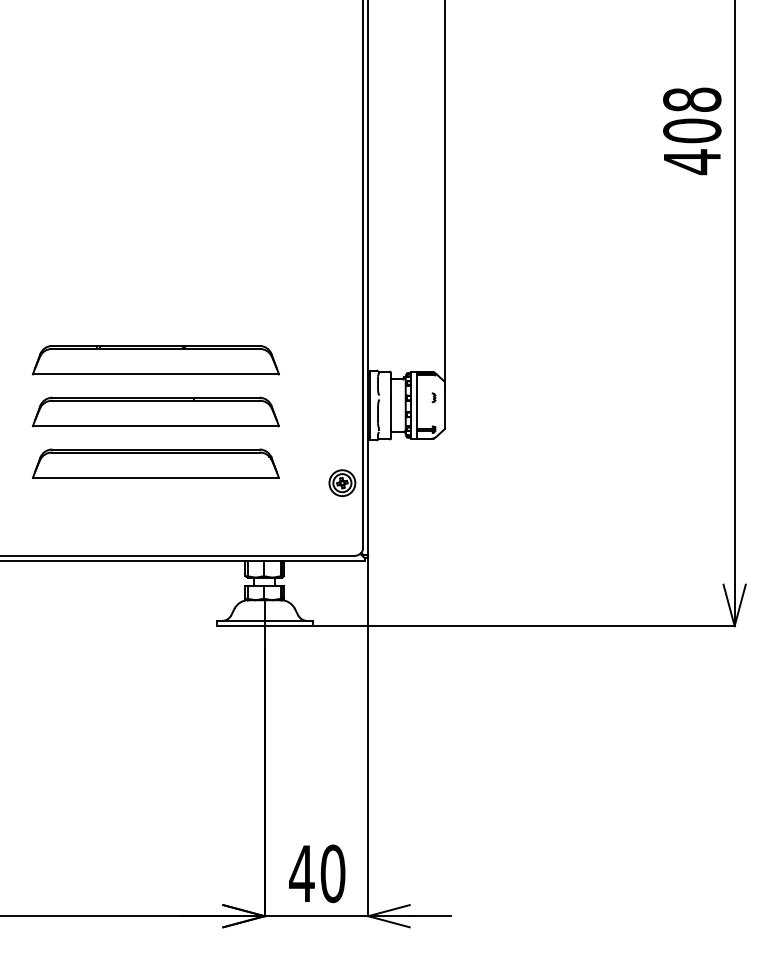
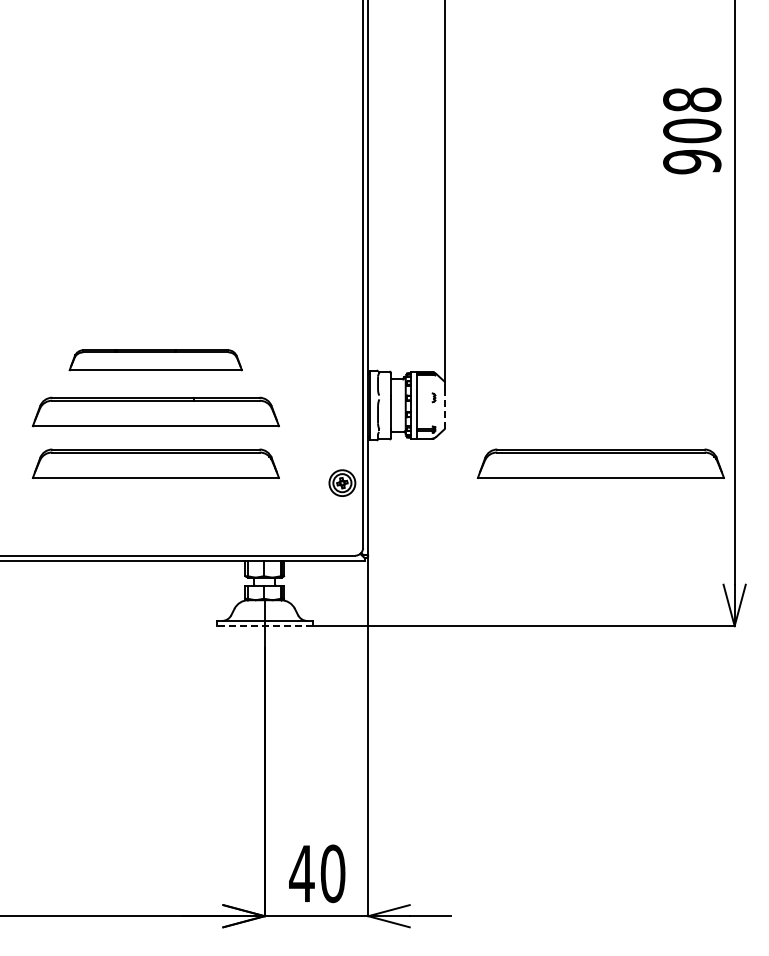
text at (692, 162): 408 -> 908
part at (155, 360) size: 249x31 px -> 175x23 px
line at (444, 409): solid -> dashed
part at (600, 463): none -> present
line at (264, 626): solid -> dashed
